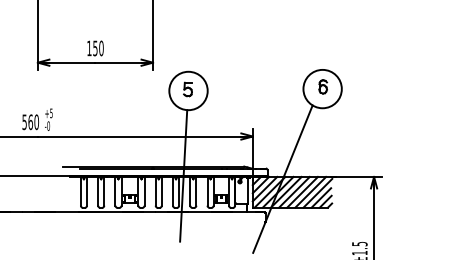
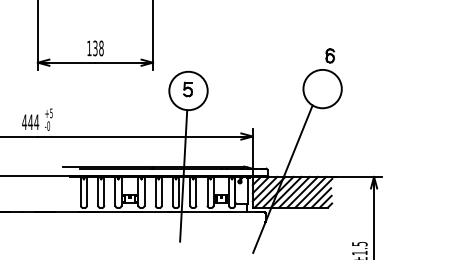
text at (98, 47): 150 -> 138
part at (323, 86) position: (323, 86) -> (330, 55)
text at (30, 122): 560 -> 444
